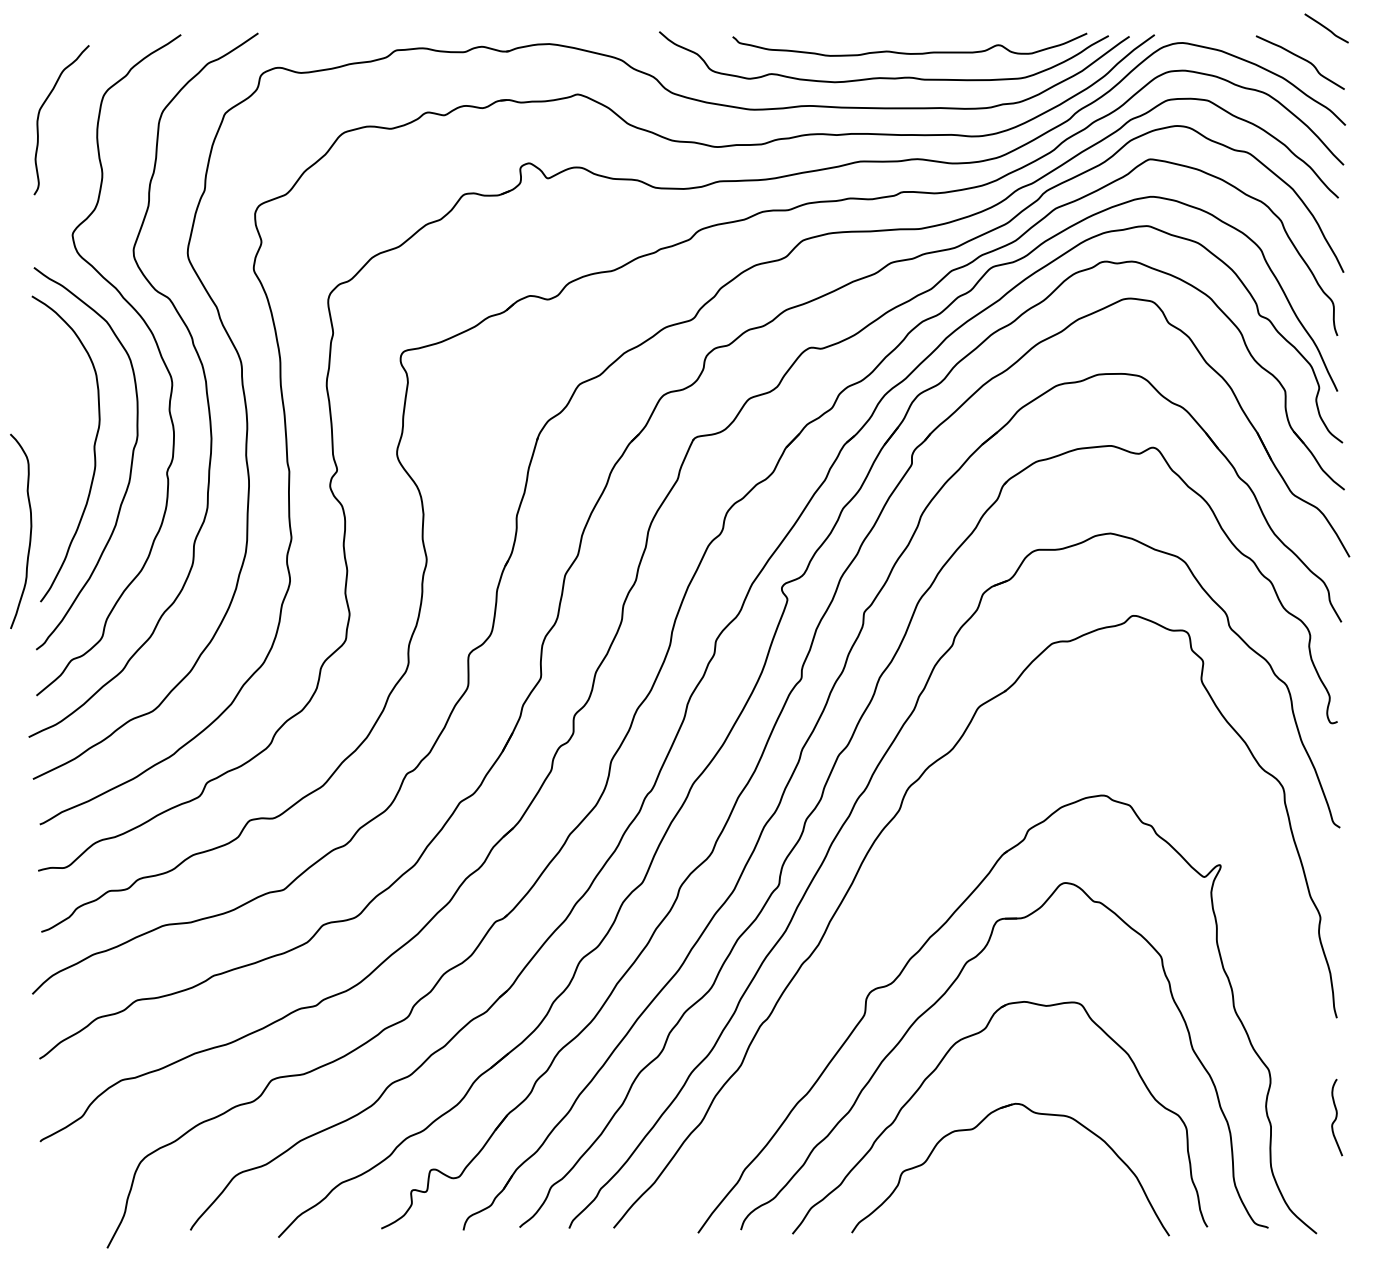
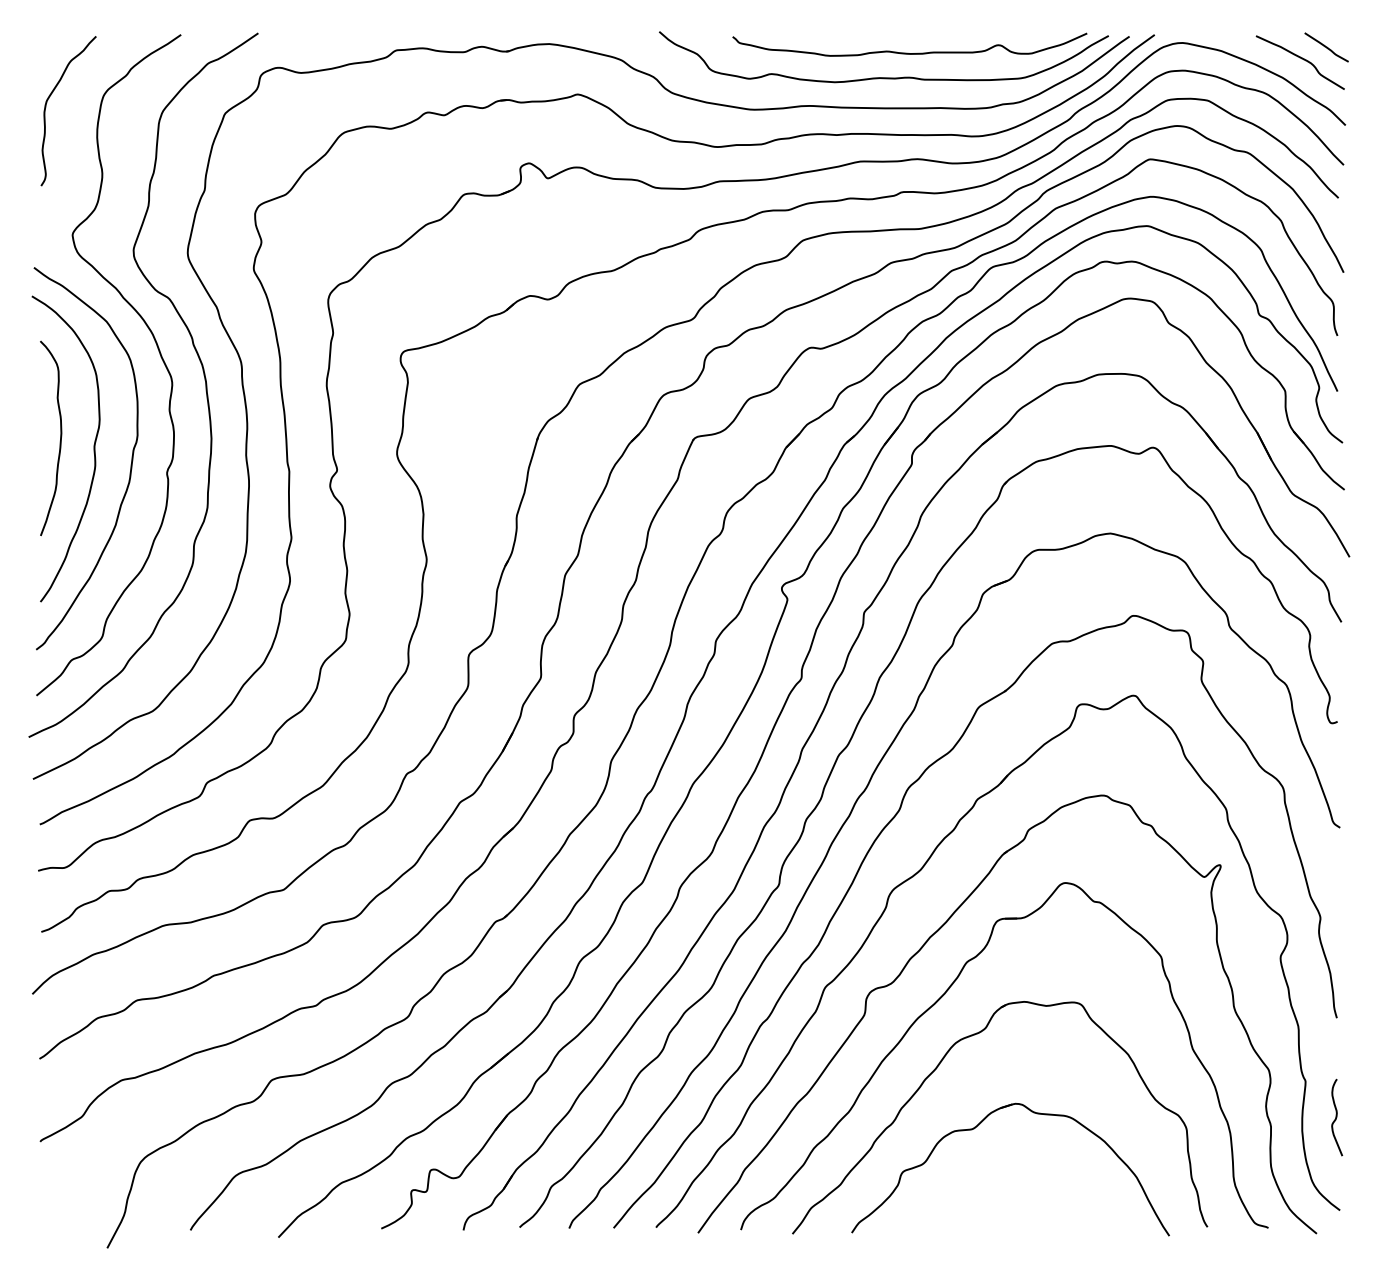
curve at (1326, 28) position: (1326, 28) -> (1326, 47)
curve at (39, 116) position: (39, 116) -> (46, 107)
curve at (29, 534) position: (29, 534) -> (59, 441)
part at (918, 873): none -> present
